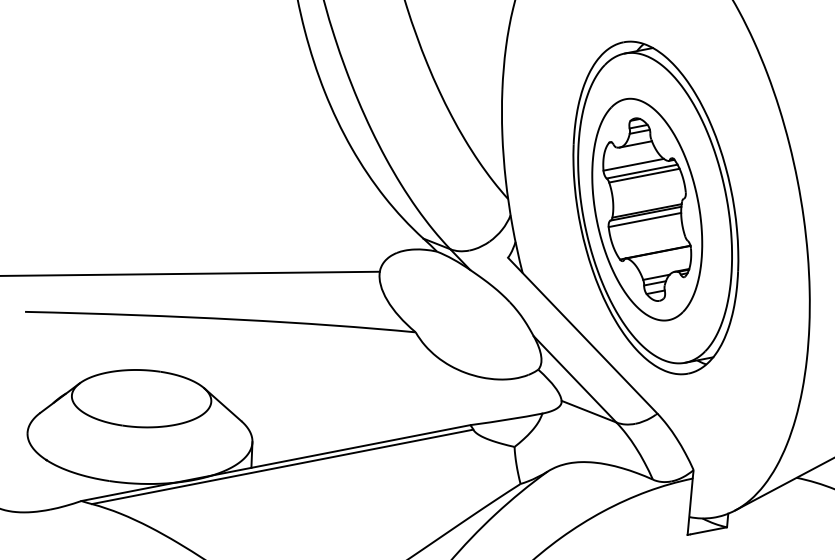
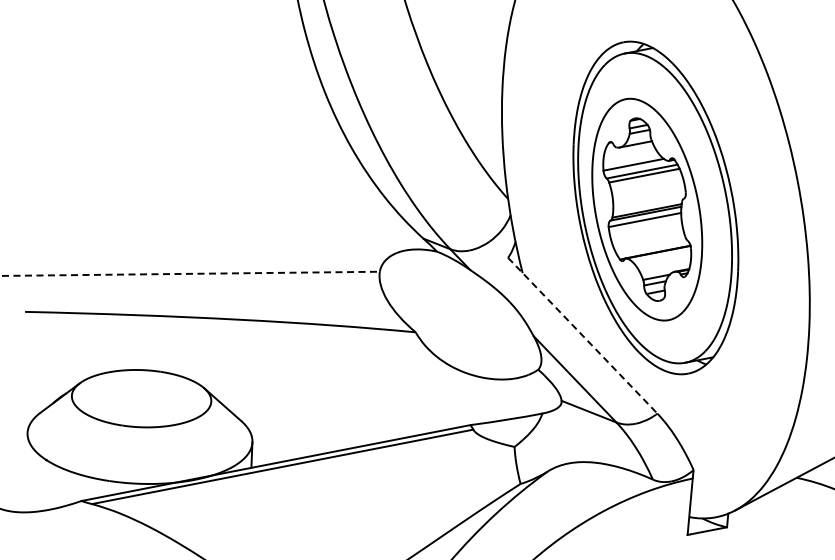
line at (190, 273): solid -> dashed
line at (582, 335): solid -> dashed
